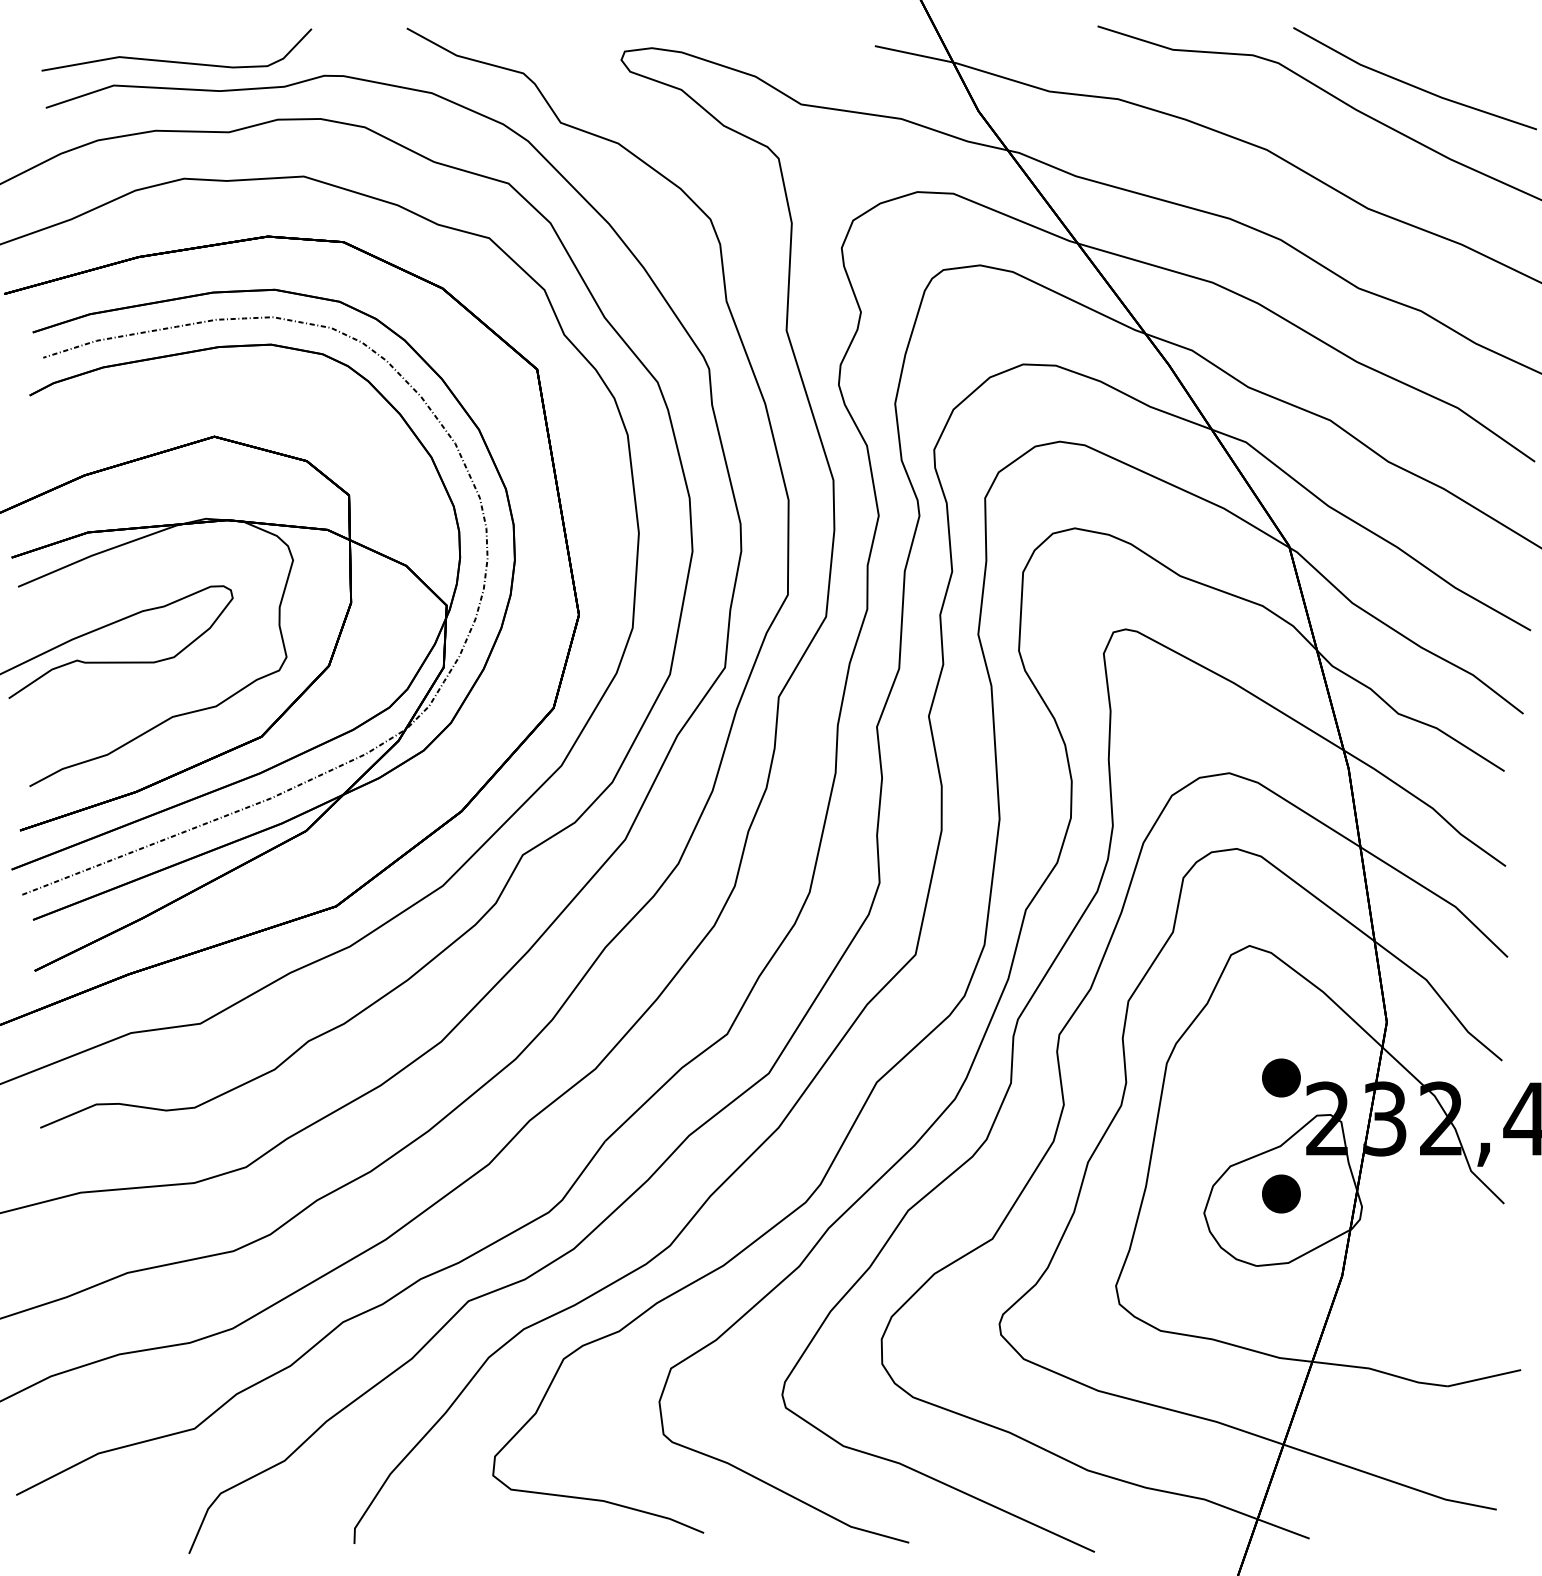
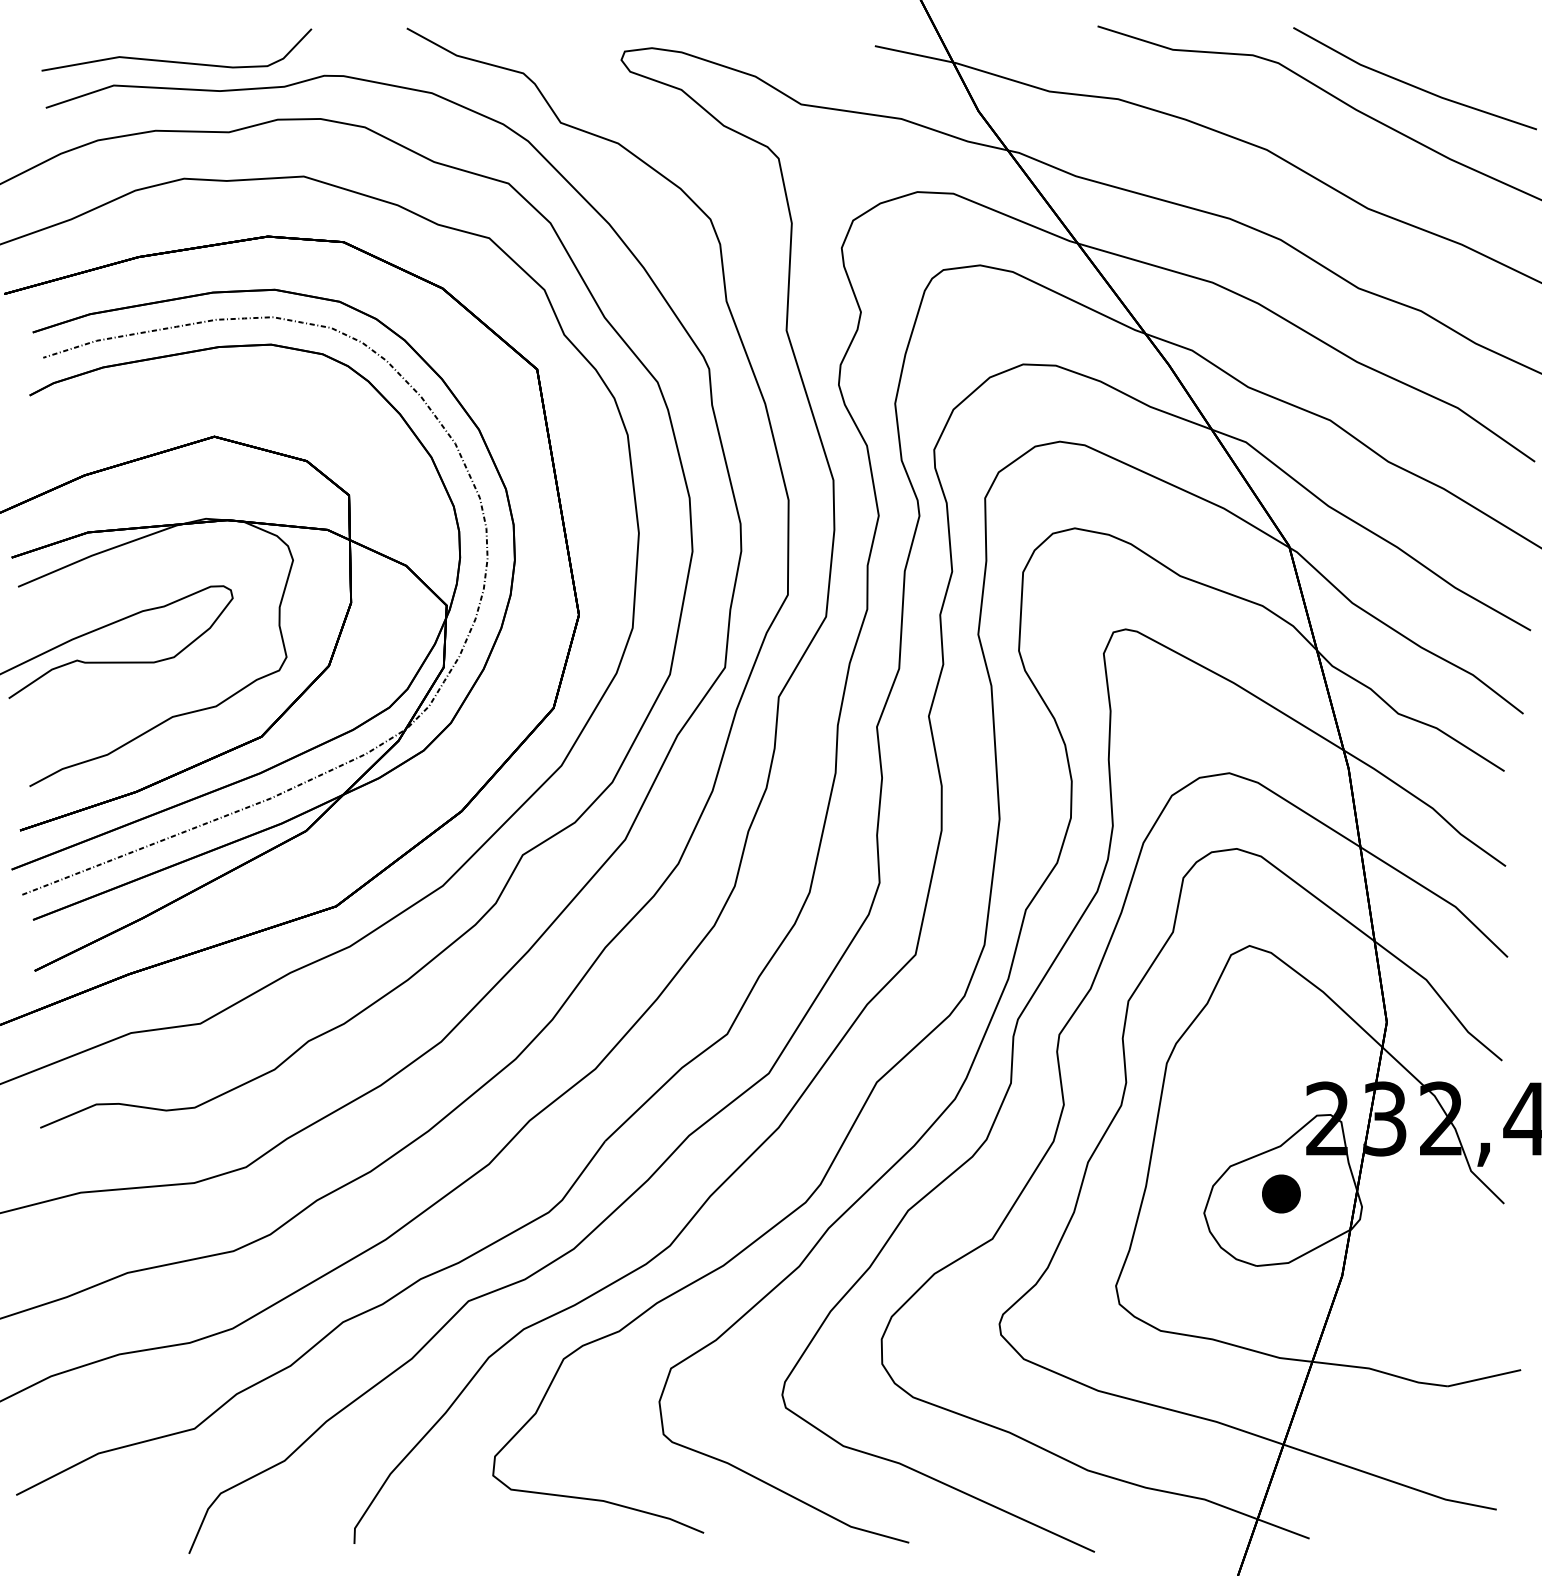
part at (1281, 1077): present -> none
